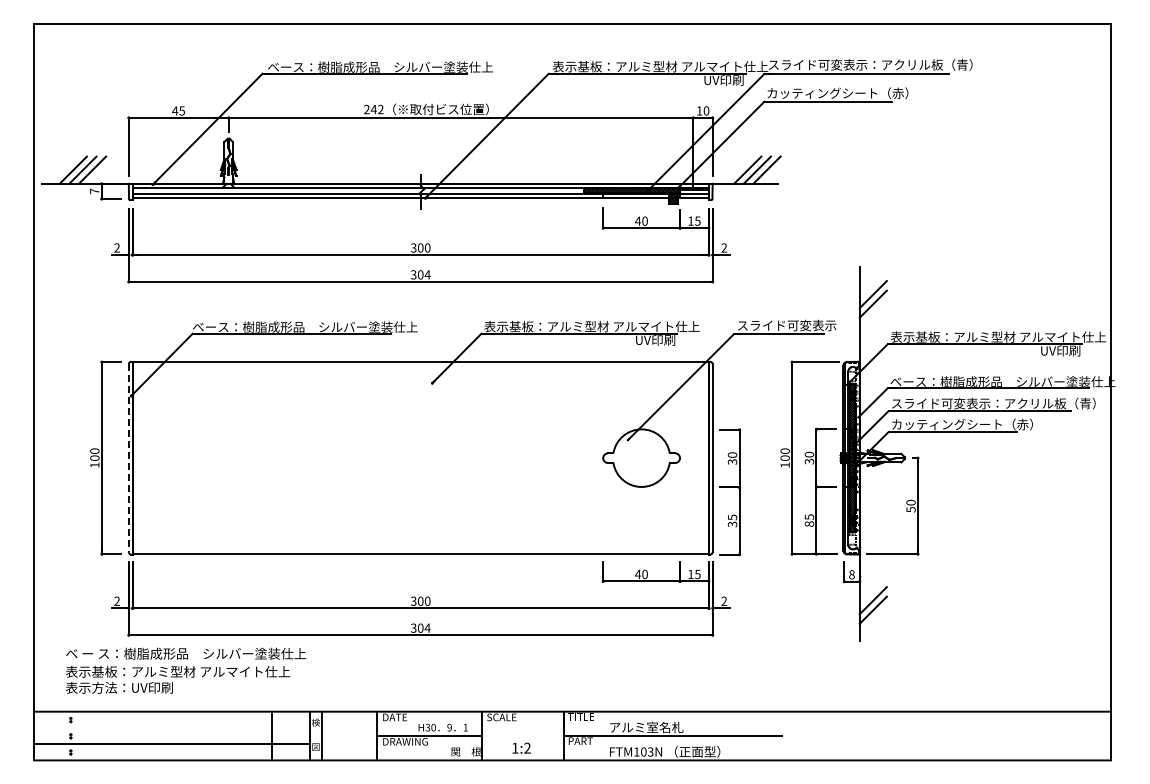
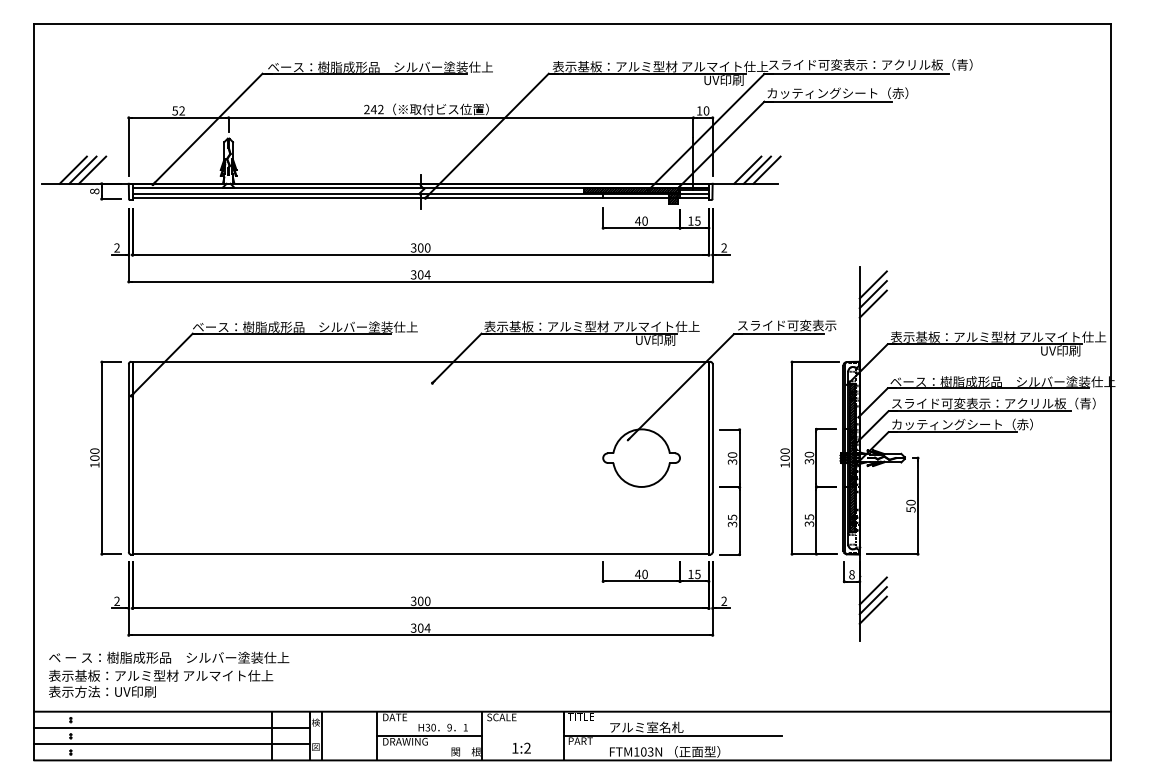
text at (178, 110): 45 -> 52
text at (94, 191): 7 -> 8
line at (872, 284): none -> present
line at (128, 458): dashed -> solid
text at (809, 523): 85 -> 35
line at (872, 590): none -> present
text at (186, 670) position: (186, 670) -> (169, 674)
line at (172, 727): none -> present
